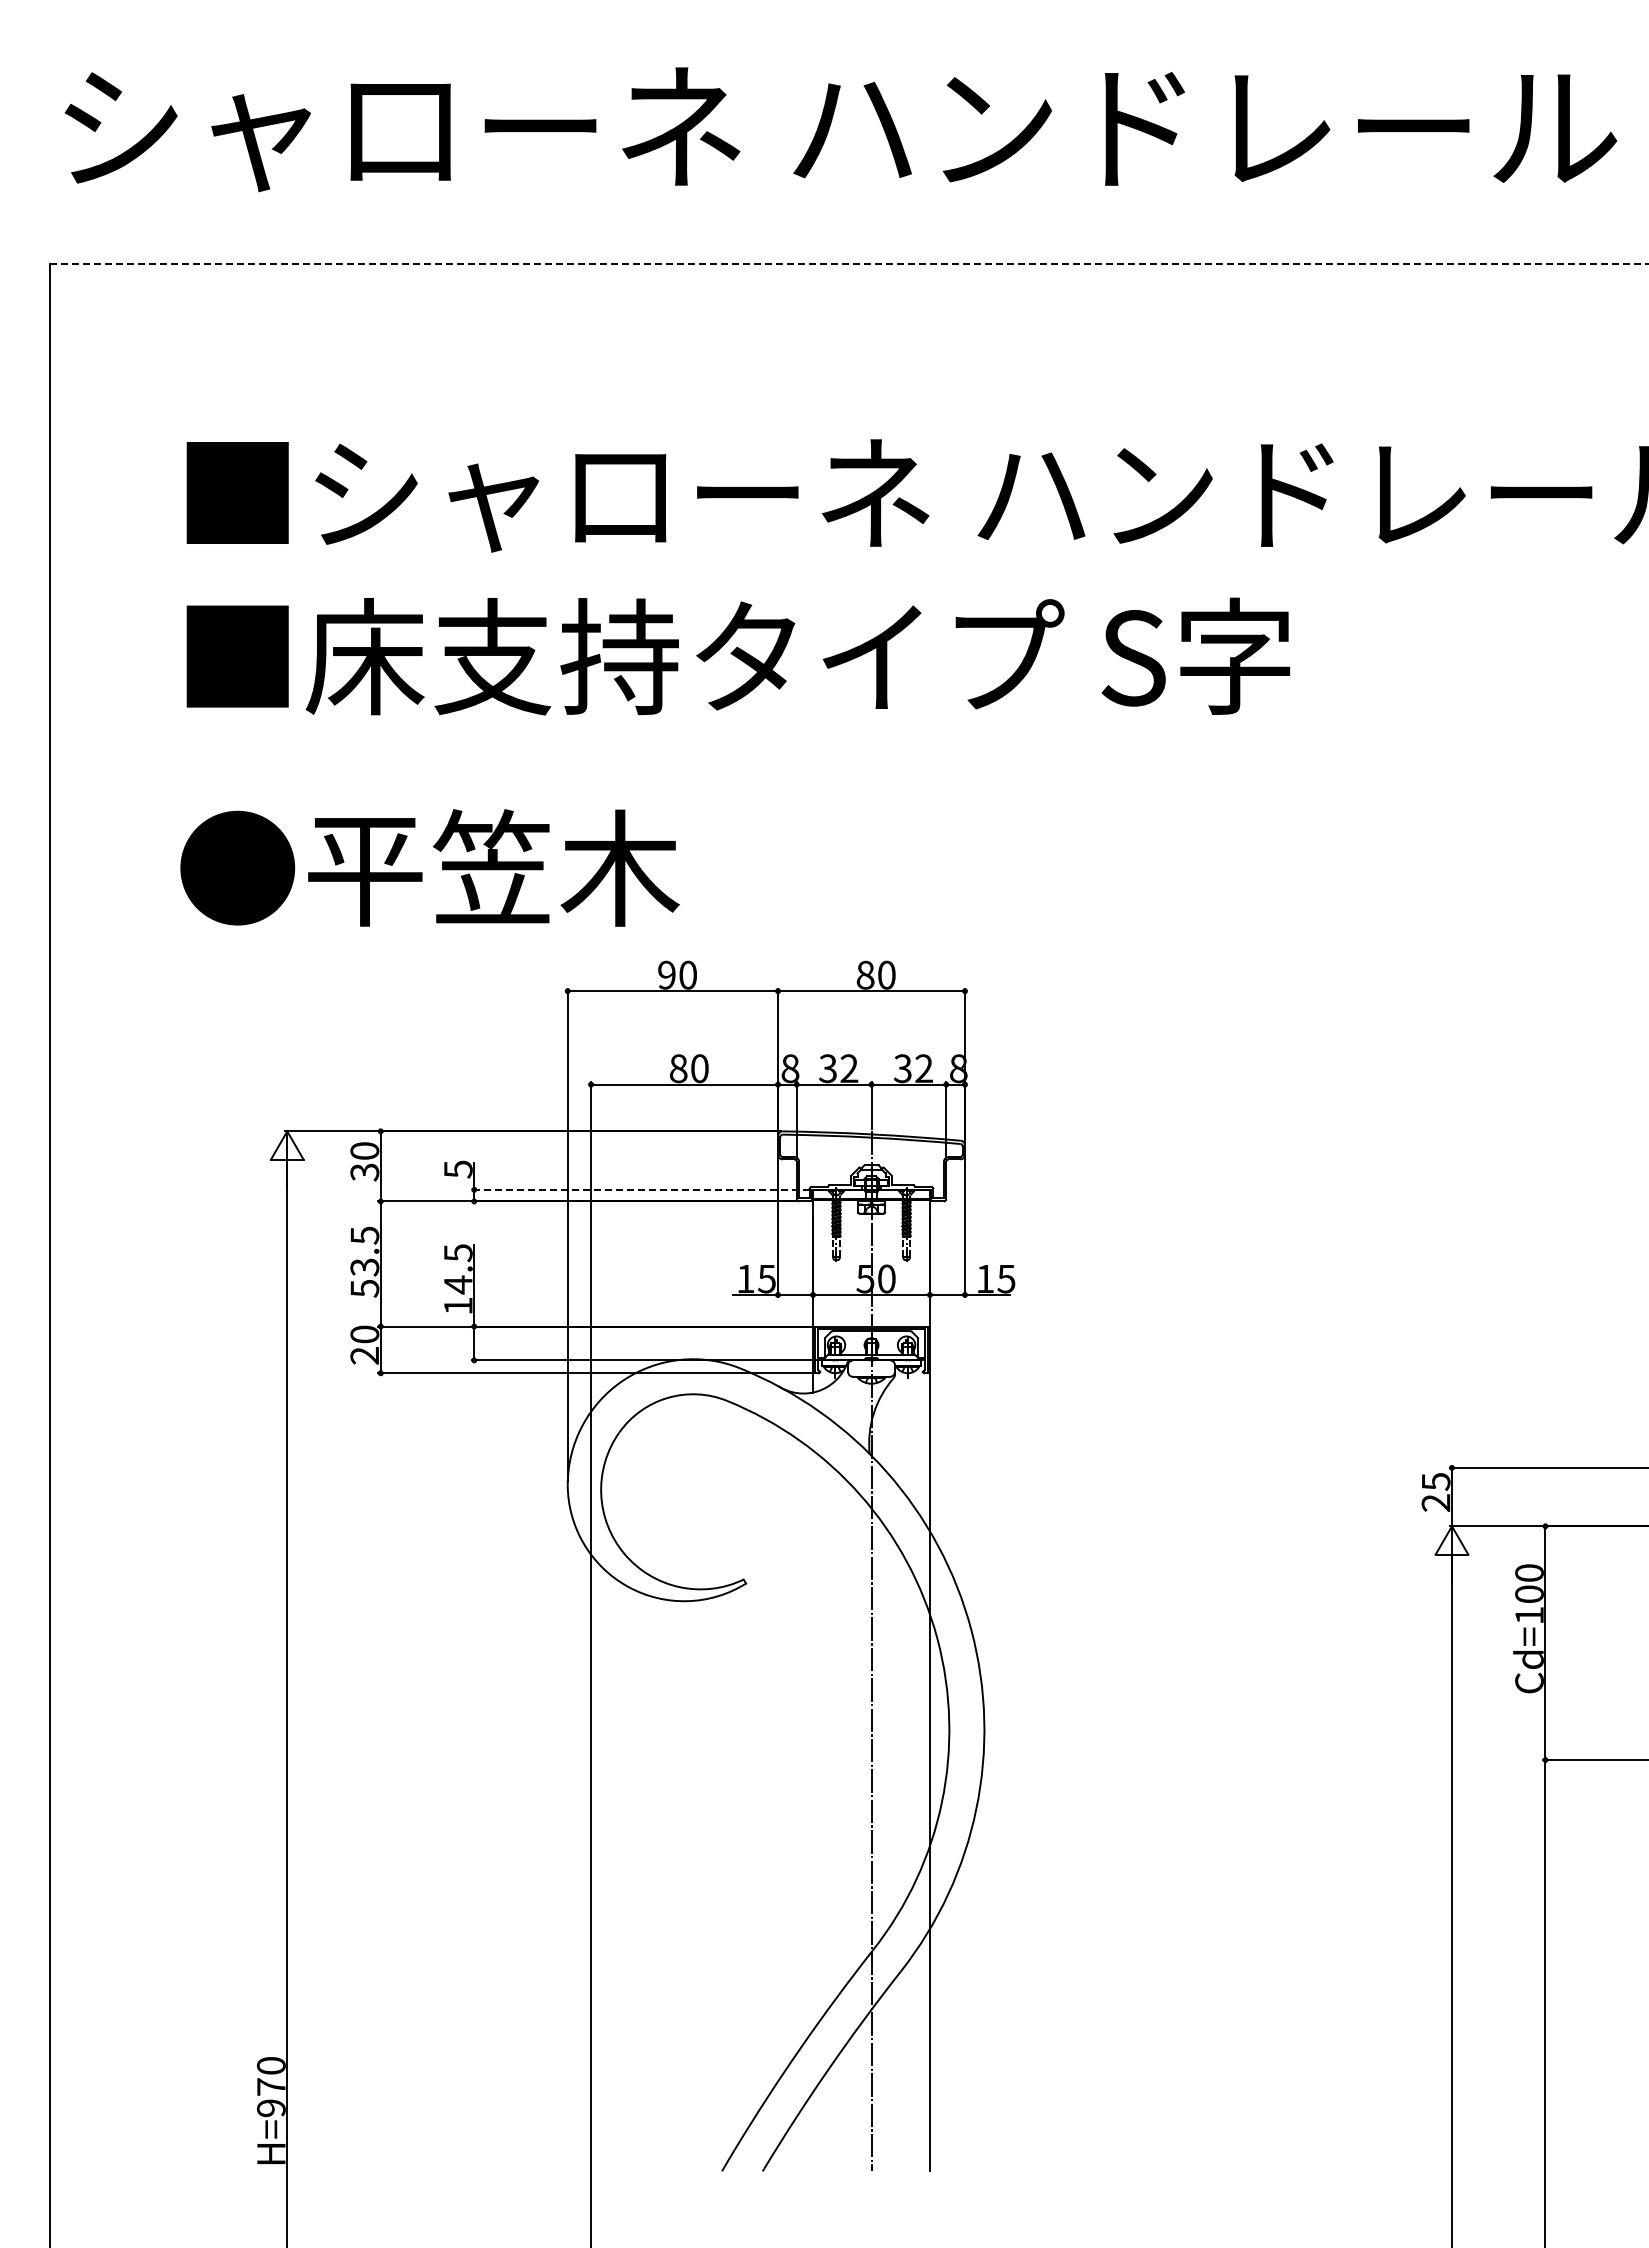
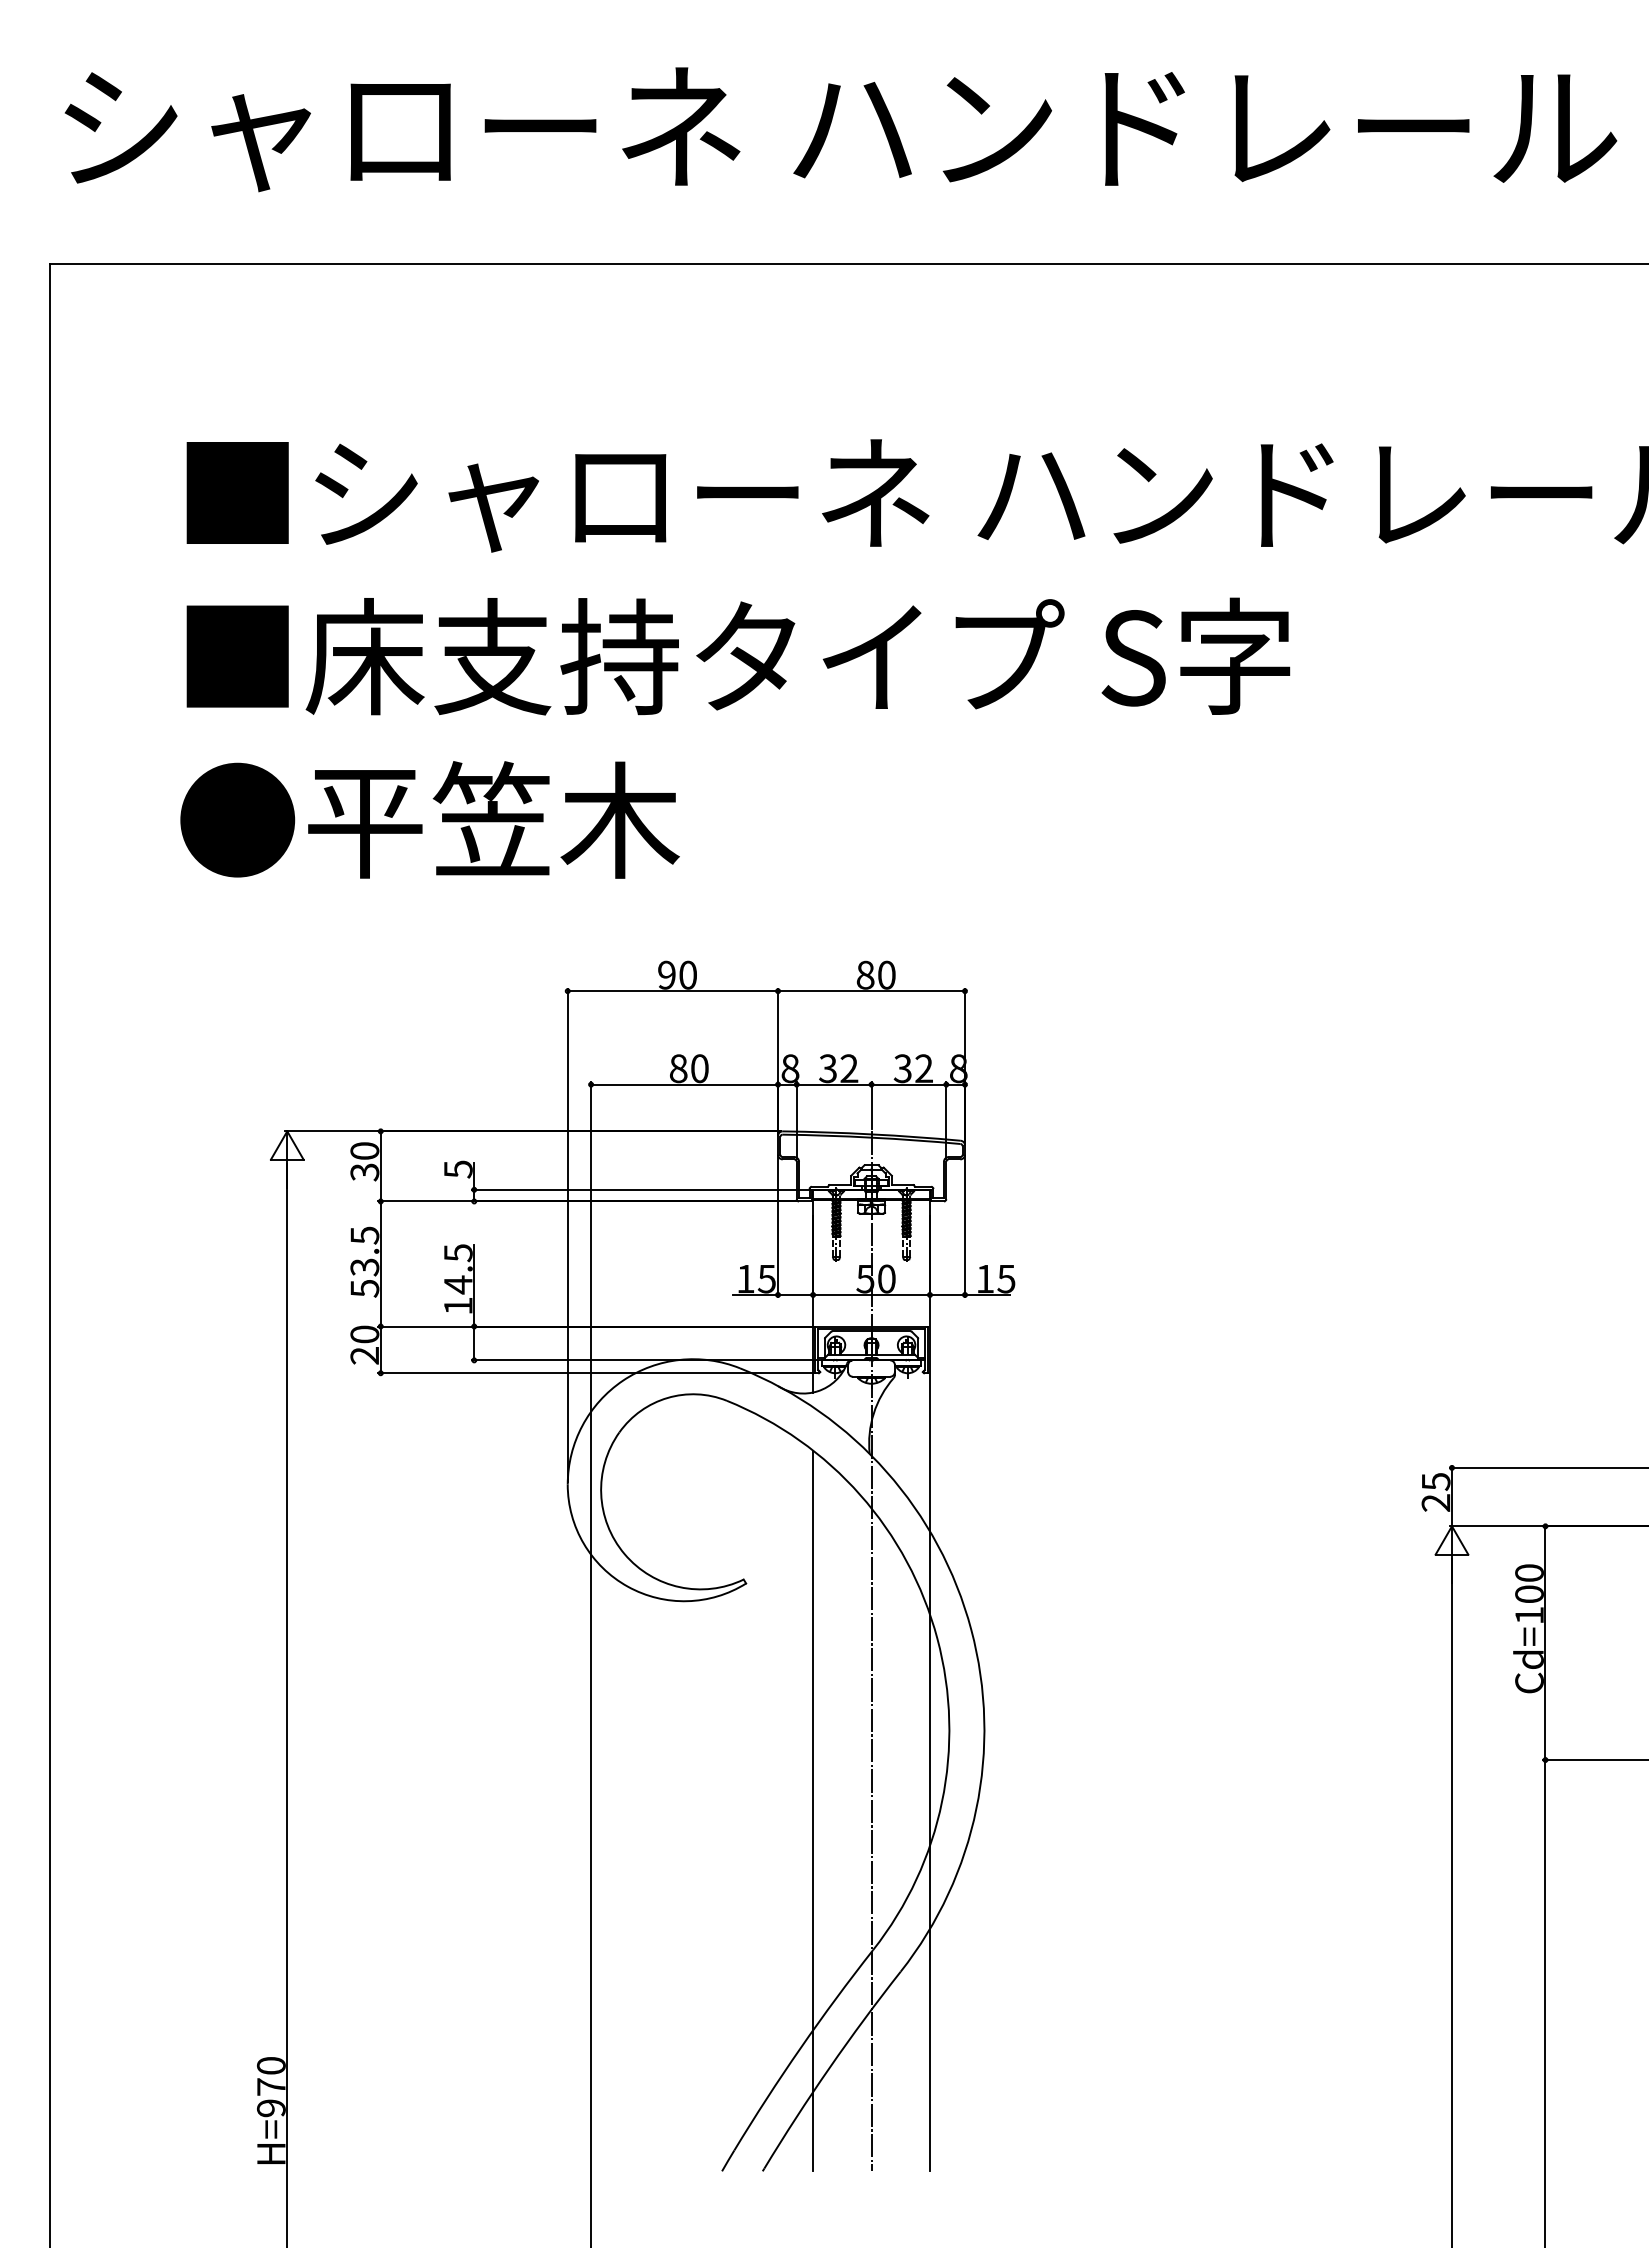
line at (849, 263): dashed -> solid
text at (429, 867) position: (429, 867) -> (429, 819)
line at (640, 1189): dashed -> solid
line at (813, 1810): none -> present
